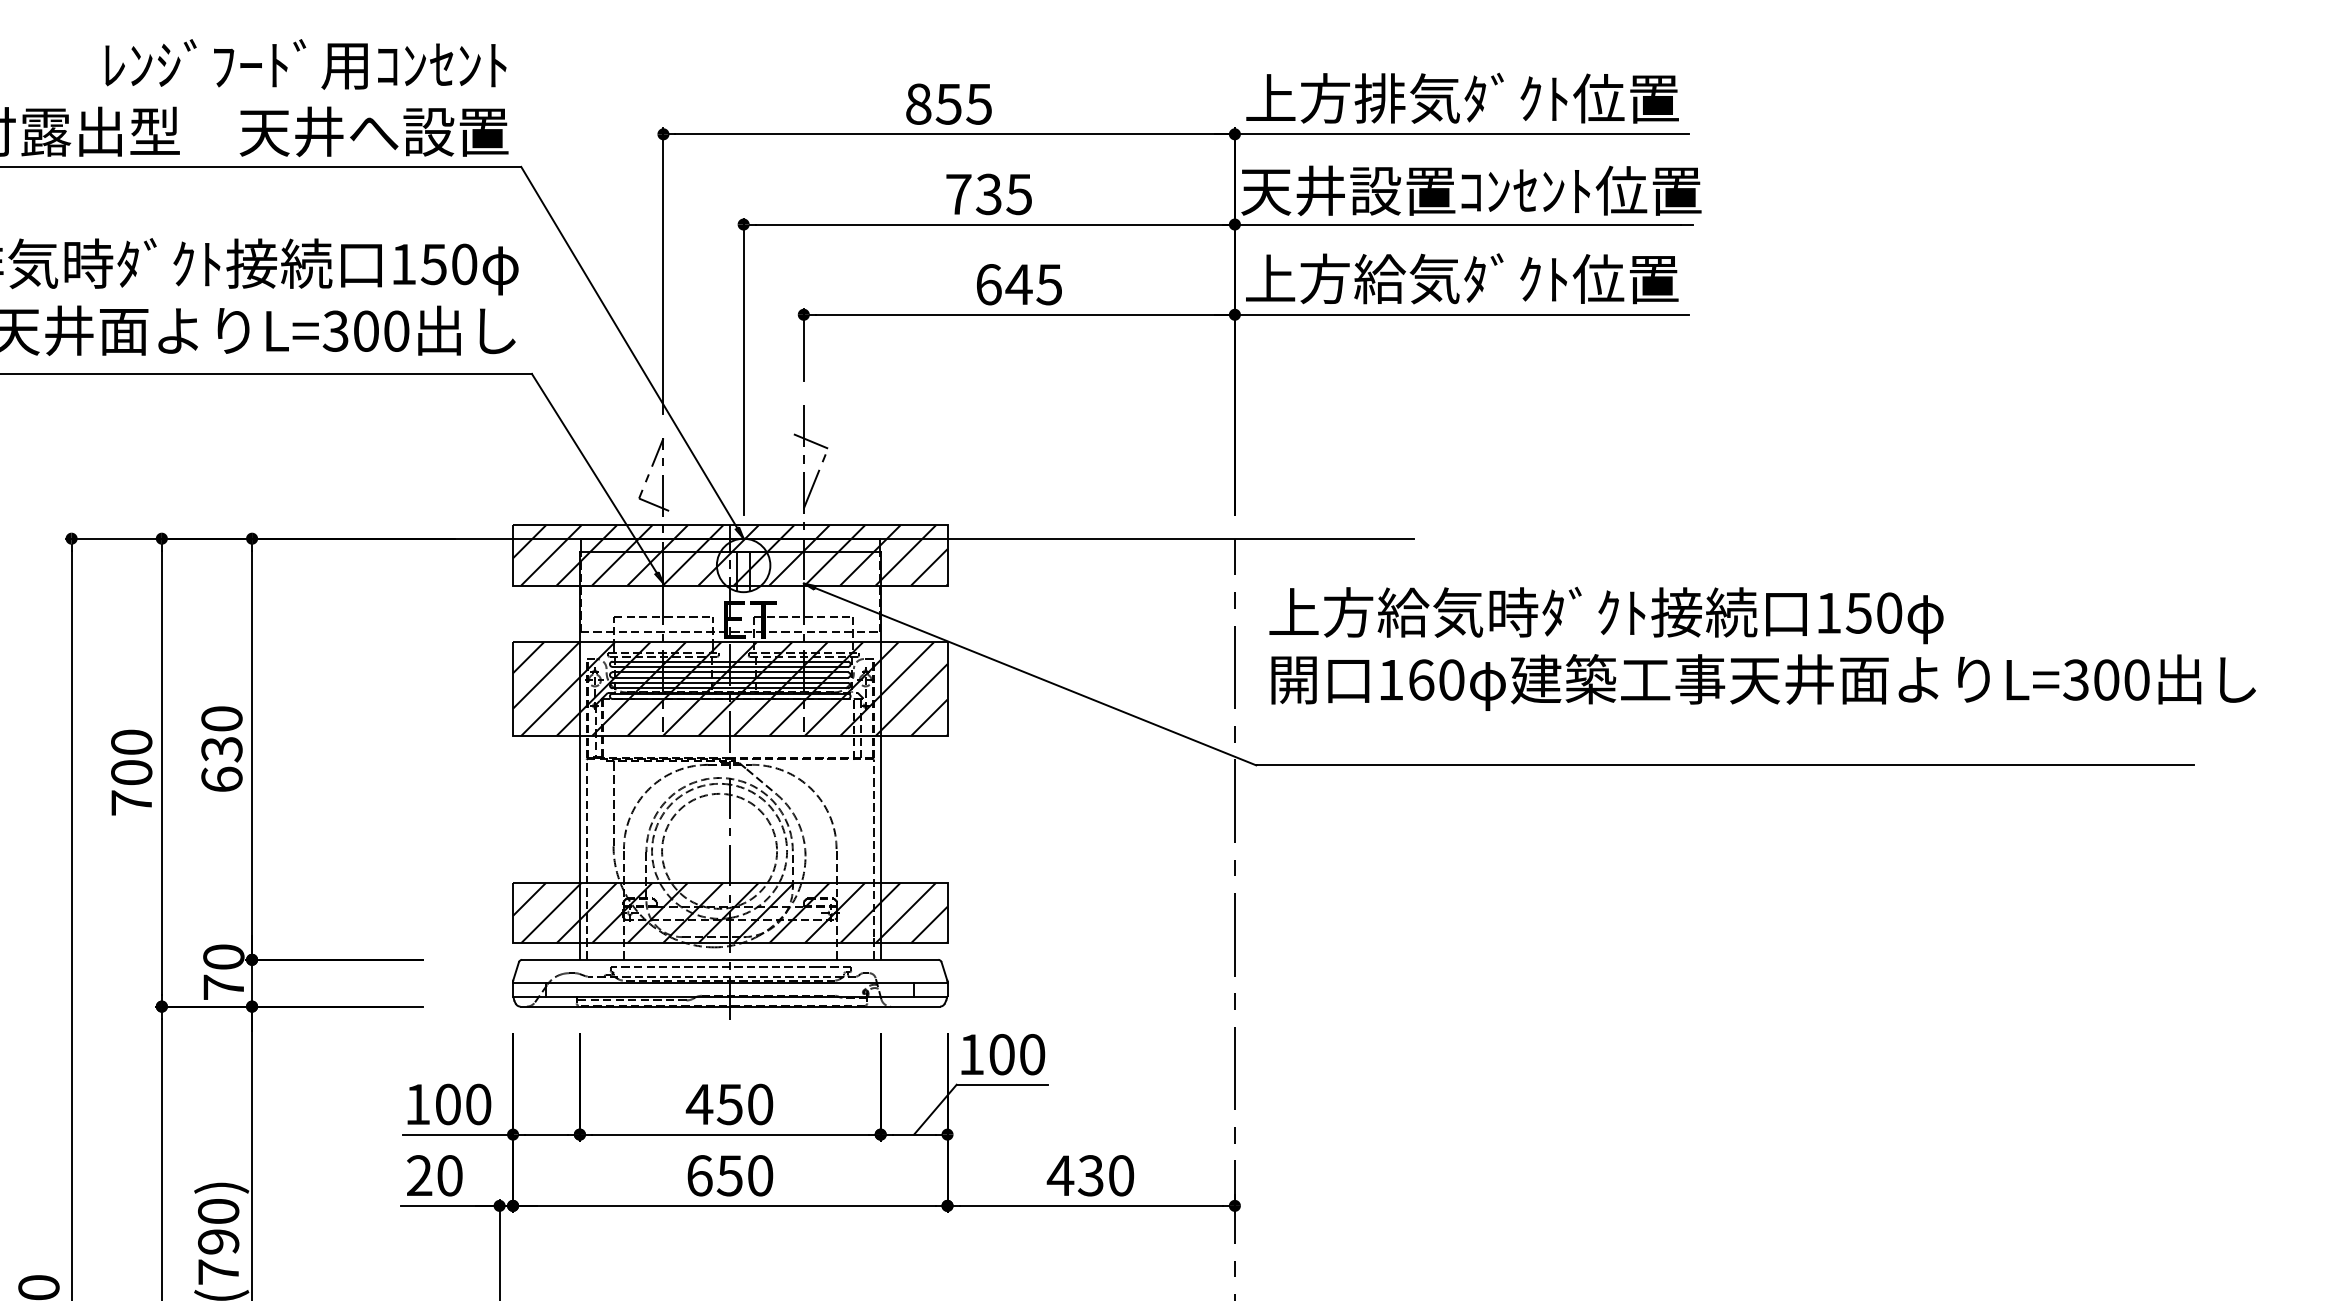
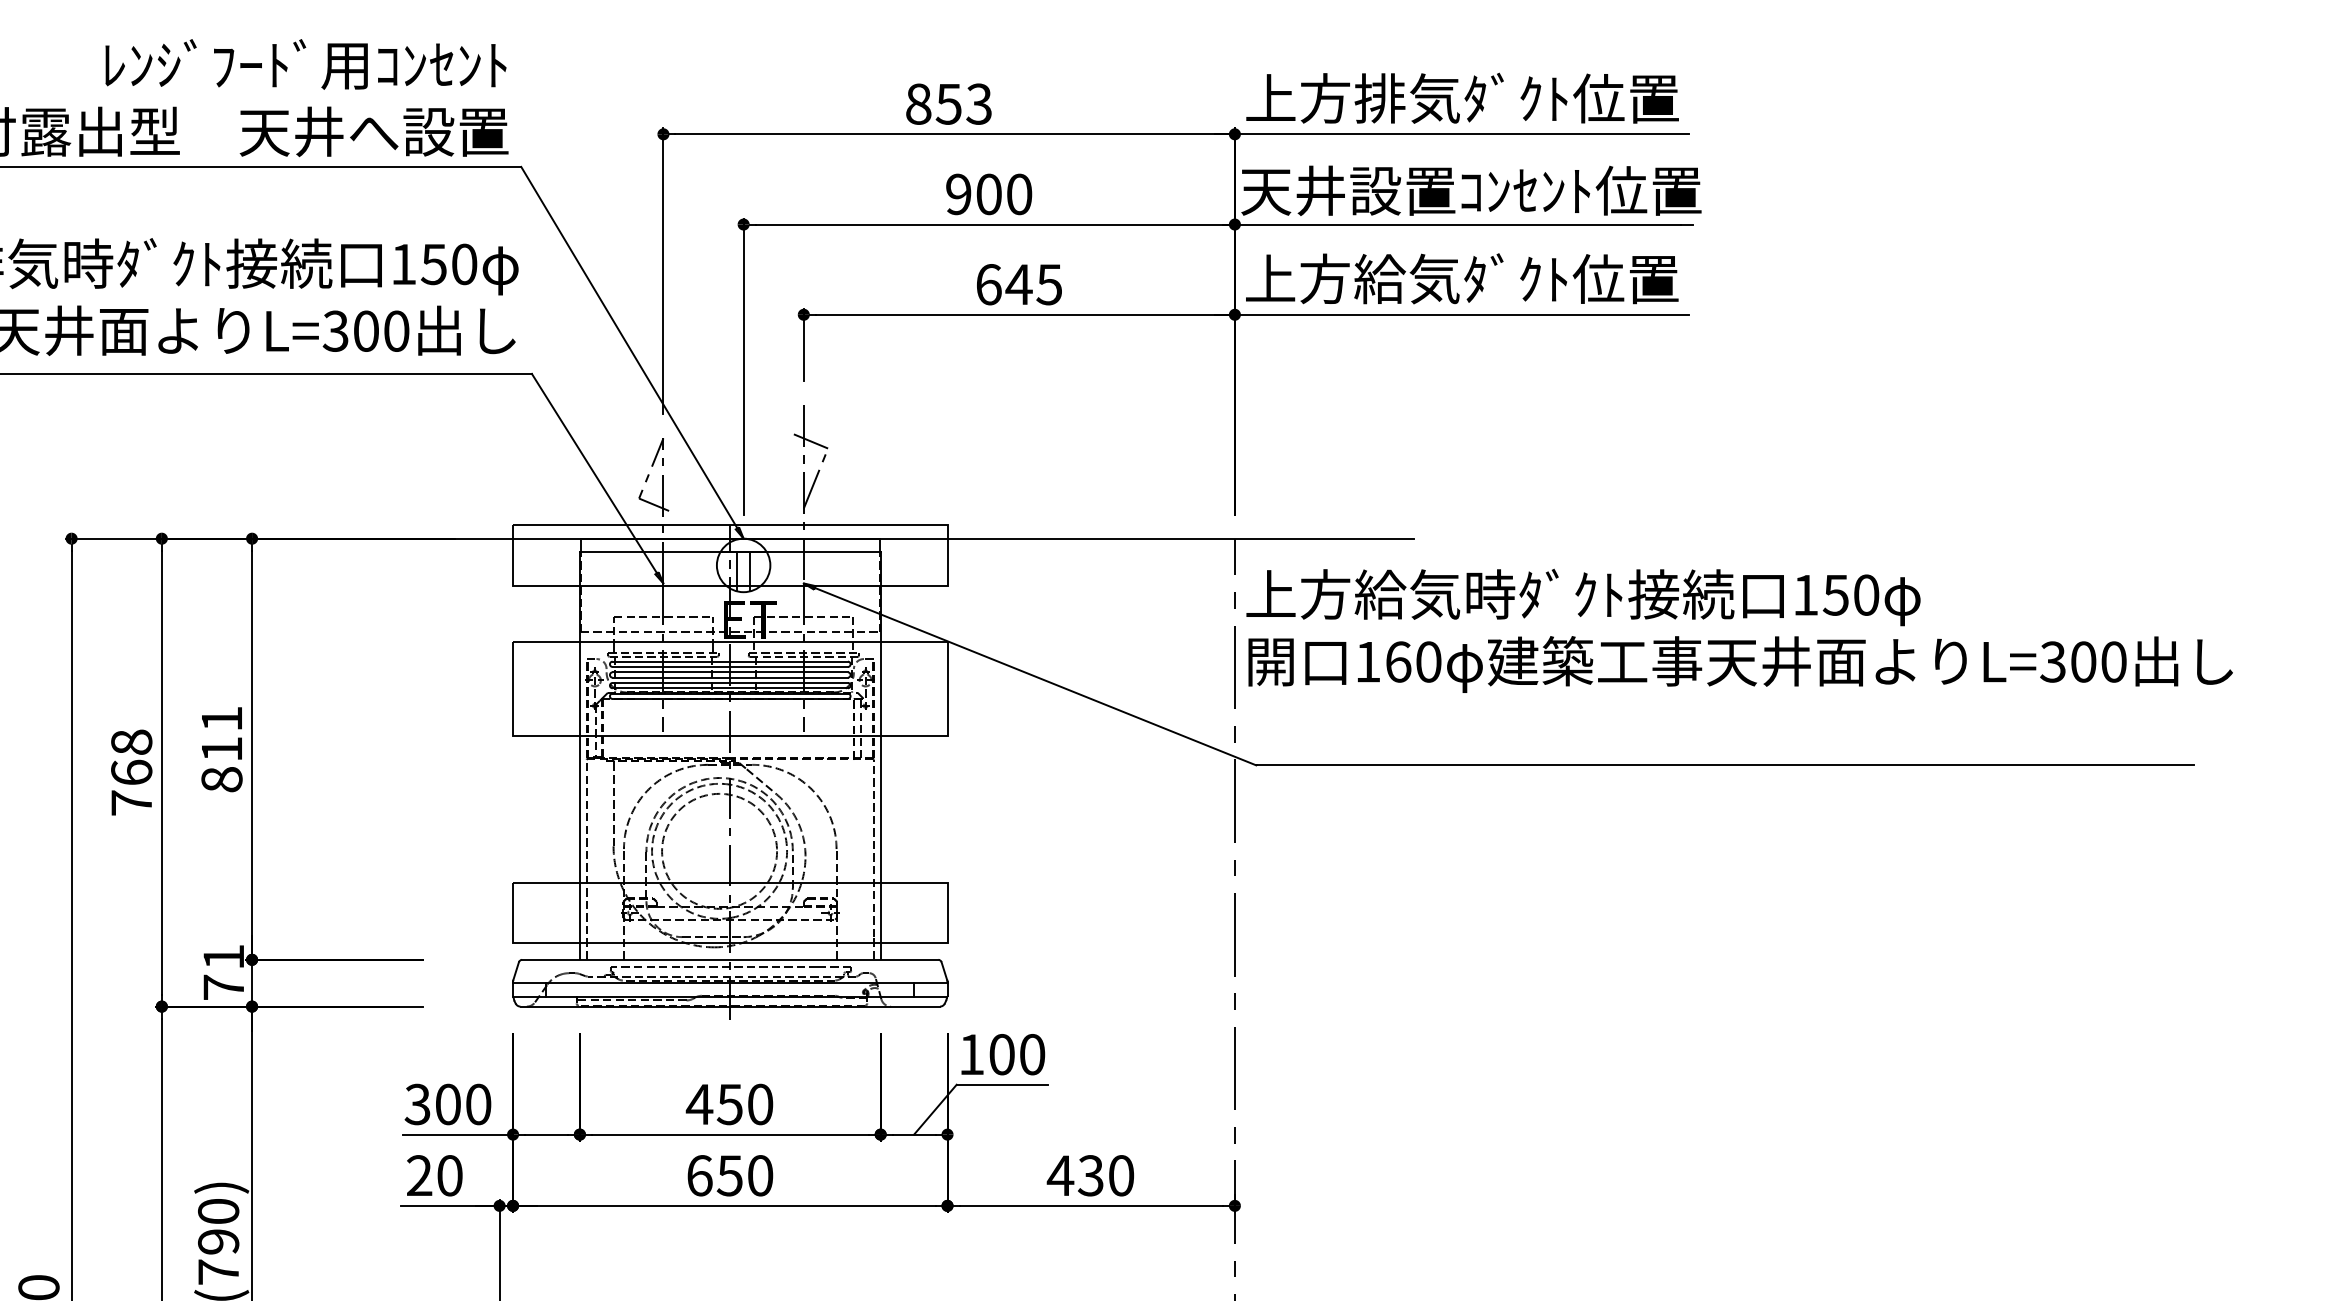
text at (978, 103): 855 -> 853
text at (989, 194): 735 -> 900
hatch at (730, 555): present -> none
text at (1762, 648) position: (1762, 648) -> (1739, 630)
hatch at (730, 688): present -> none
text at (221, 749): 630 -> 811
text at (131, 757): 700 -> 768
hatch at (730, 912): present -> none
text at (223, 956): 70 -> 71
text at (417, 1104): 100 -> 300
